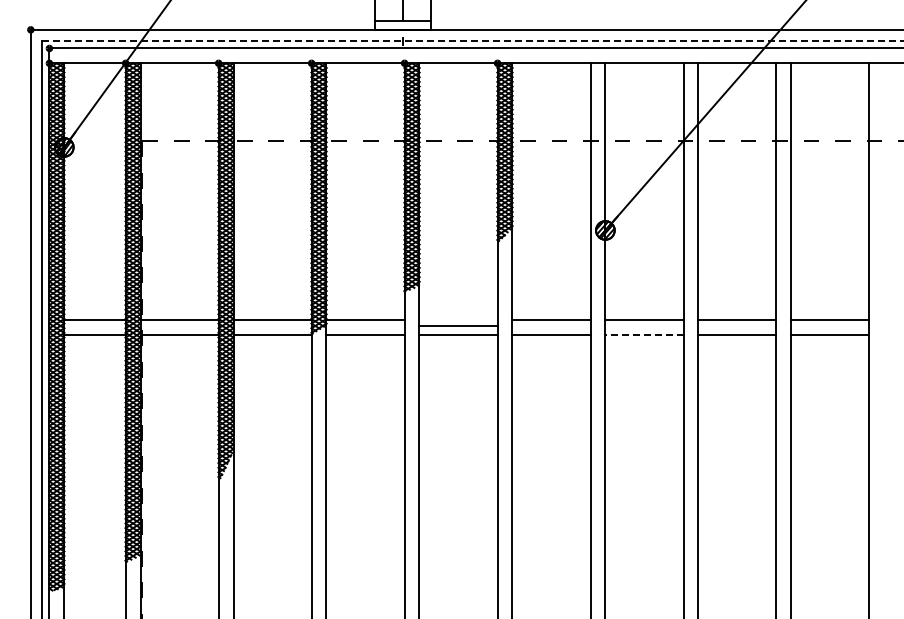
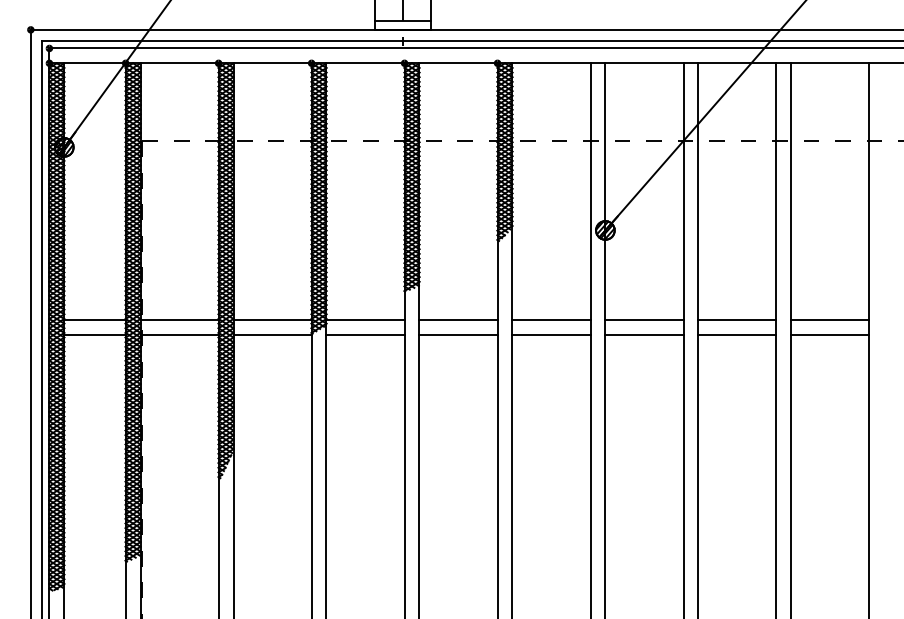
line at (472, 41): dashed -> solid
line at (458, 325) position: (458, 325) -> (458, 319)
line at (643, 334): dashed -> solid
